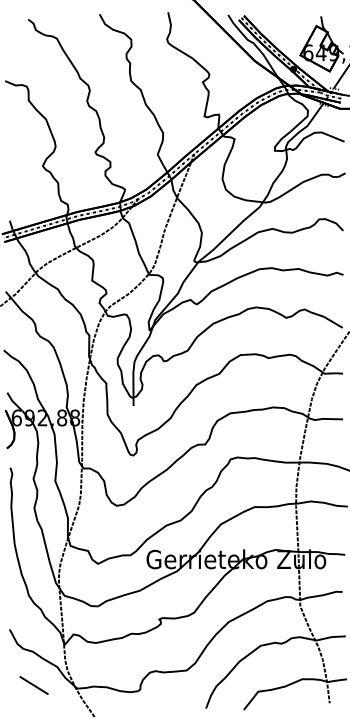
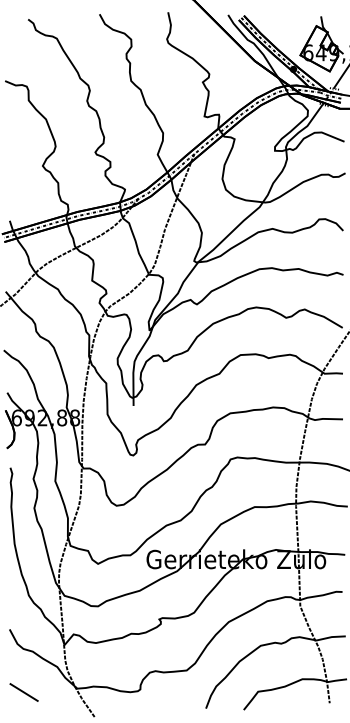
line at (33, 685) position: (33, 685) -> (23, 692)
